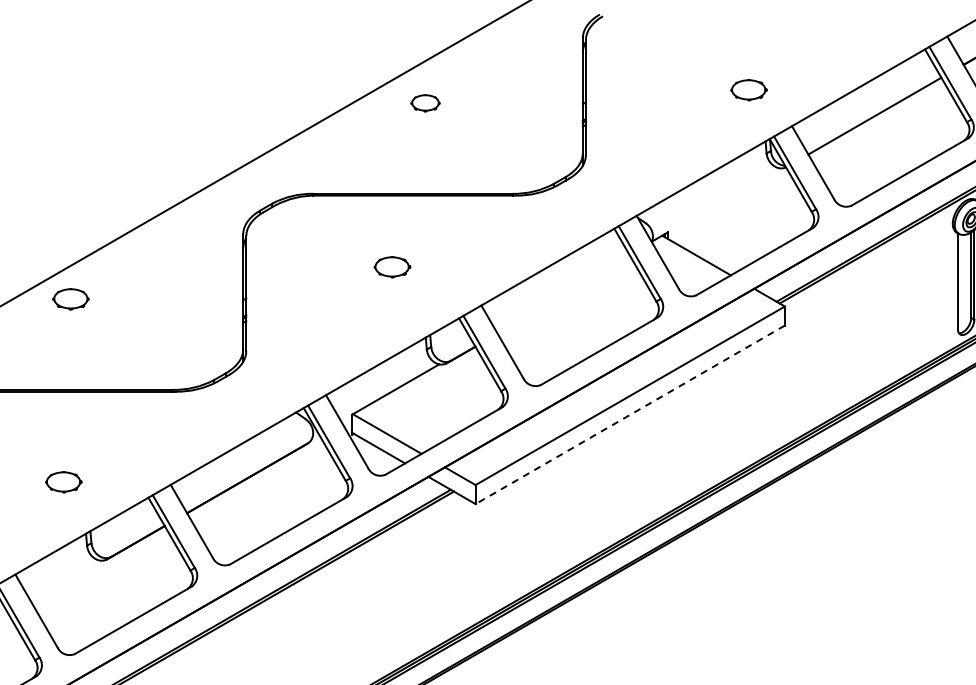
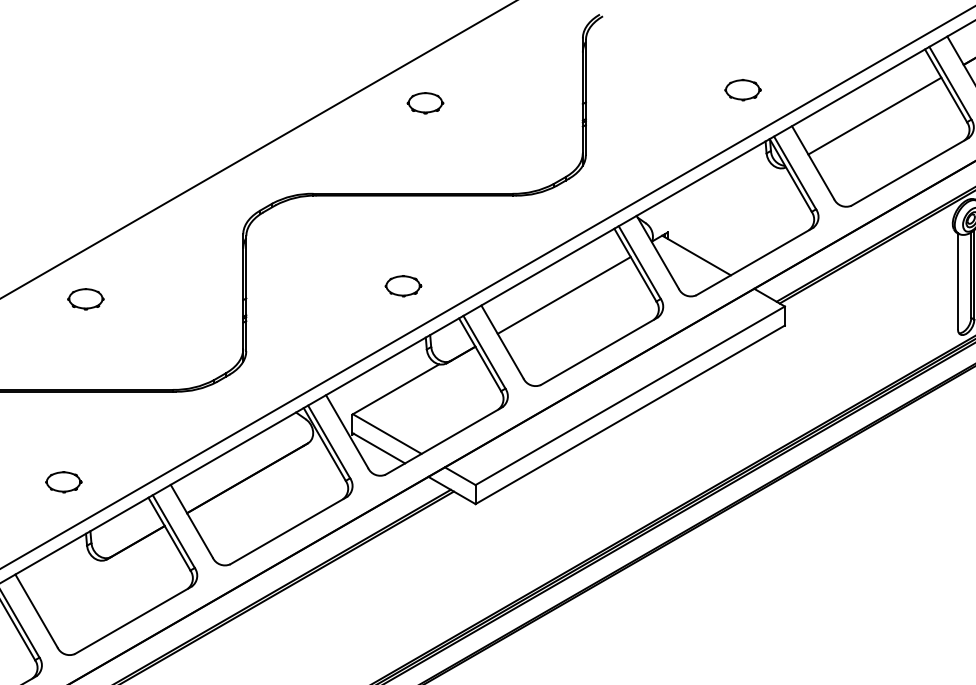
part at (748, 90) position: (748, 90) -> (742, 90)
part at (425, 103) size: 31x19 px -> 39x23 px
line at (264, 153) position: (264, 153) -> (257, 149)
part at (392, 267) position: (392, 267) -> (403, 286)
line at (487, 287): none -> present
line at (563, 295): none -> present
part at (70, 299) position: (70, 299) -> (85, 299)
line at (630, 414): dashed -> solid
